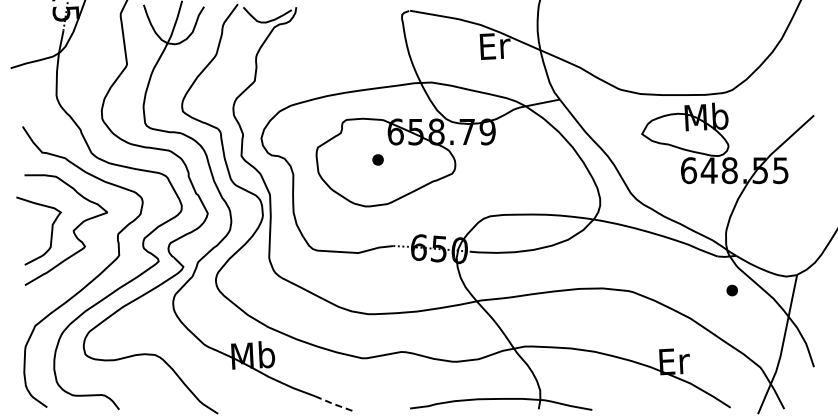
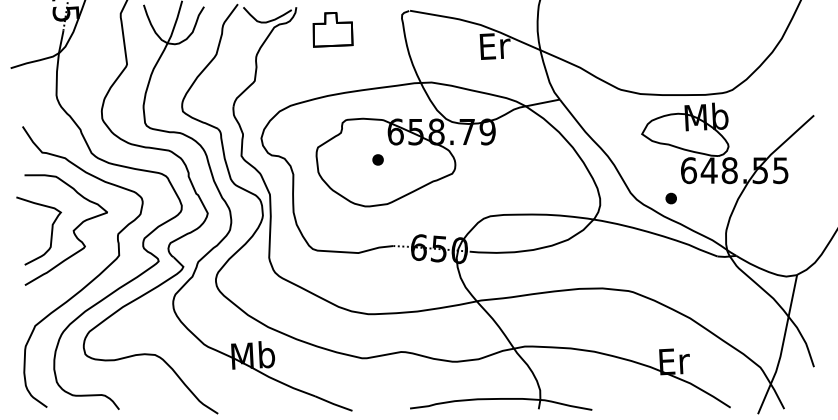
part at (332, 29): none -> present
part at (731, 290) position: (731, 290) -> (670, 198)
line at (333, 404): dashed -> solid
